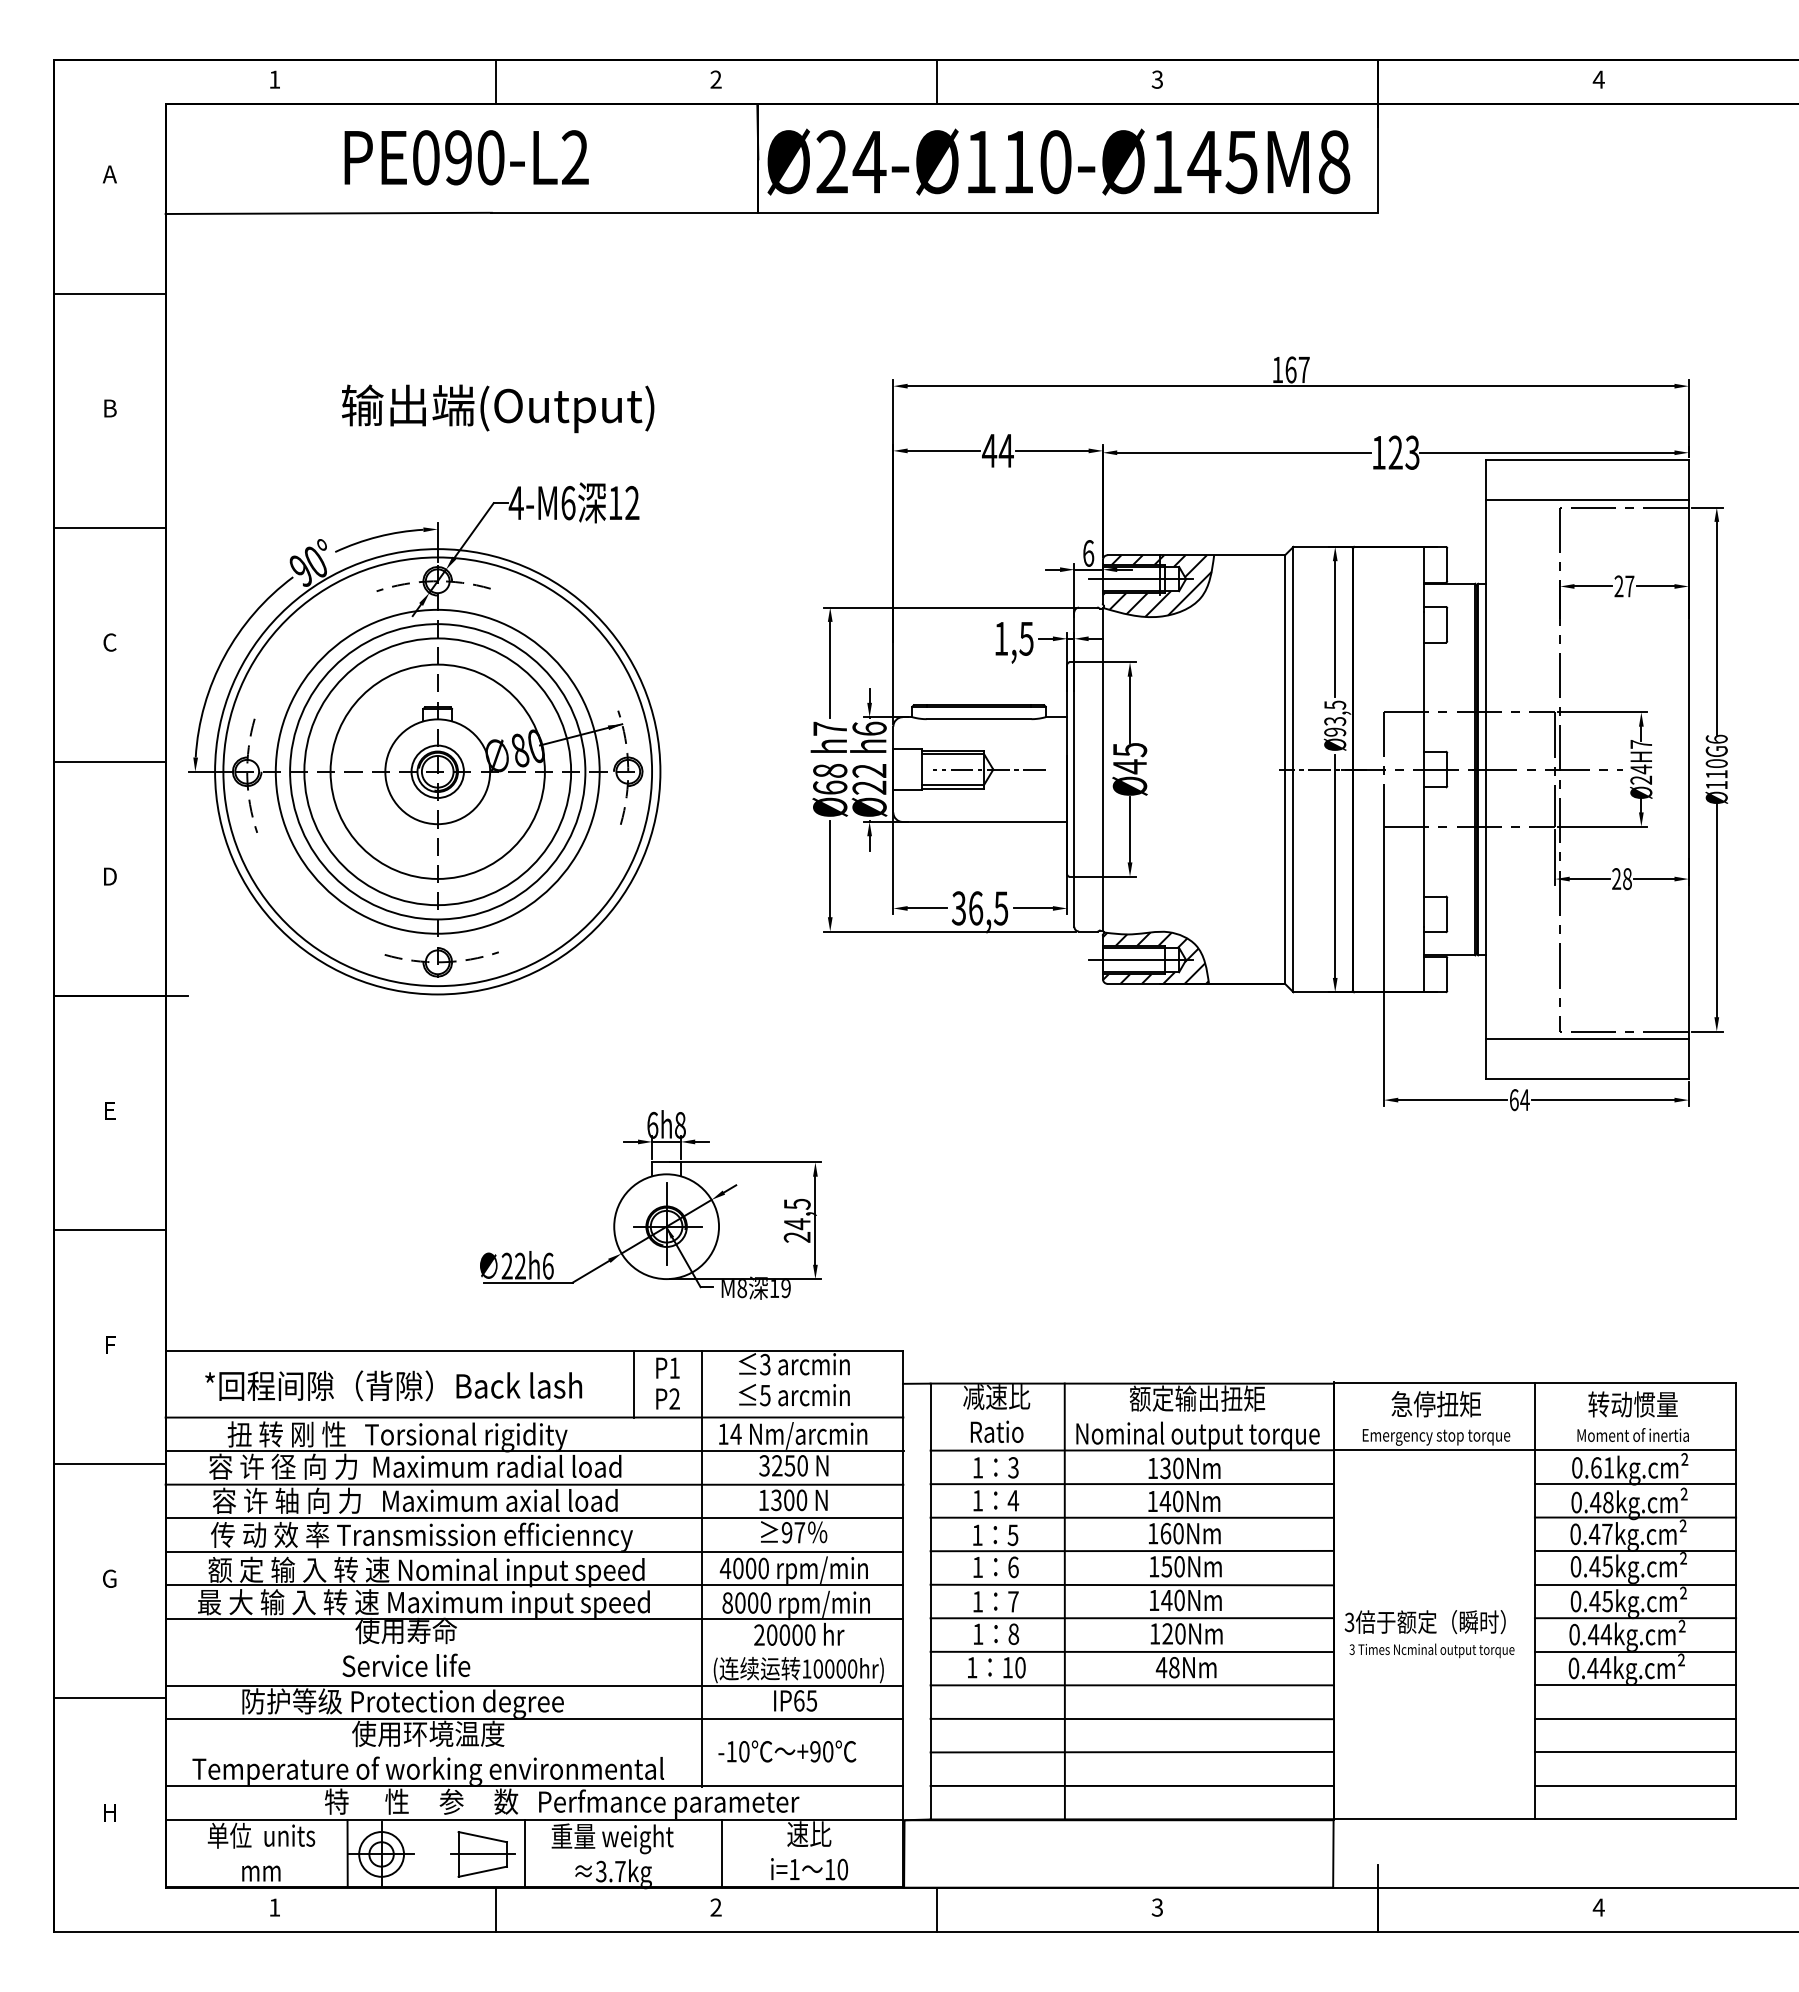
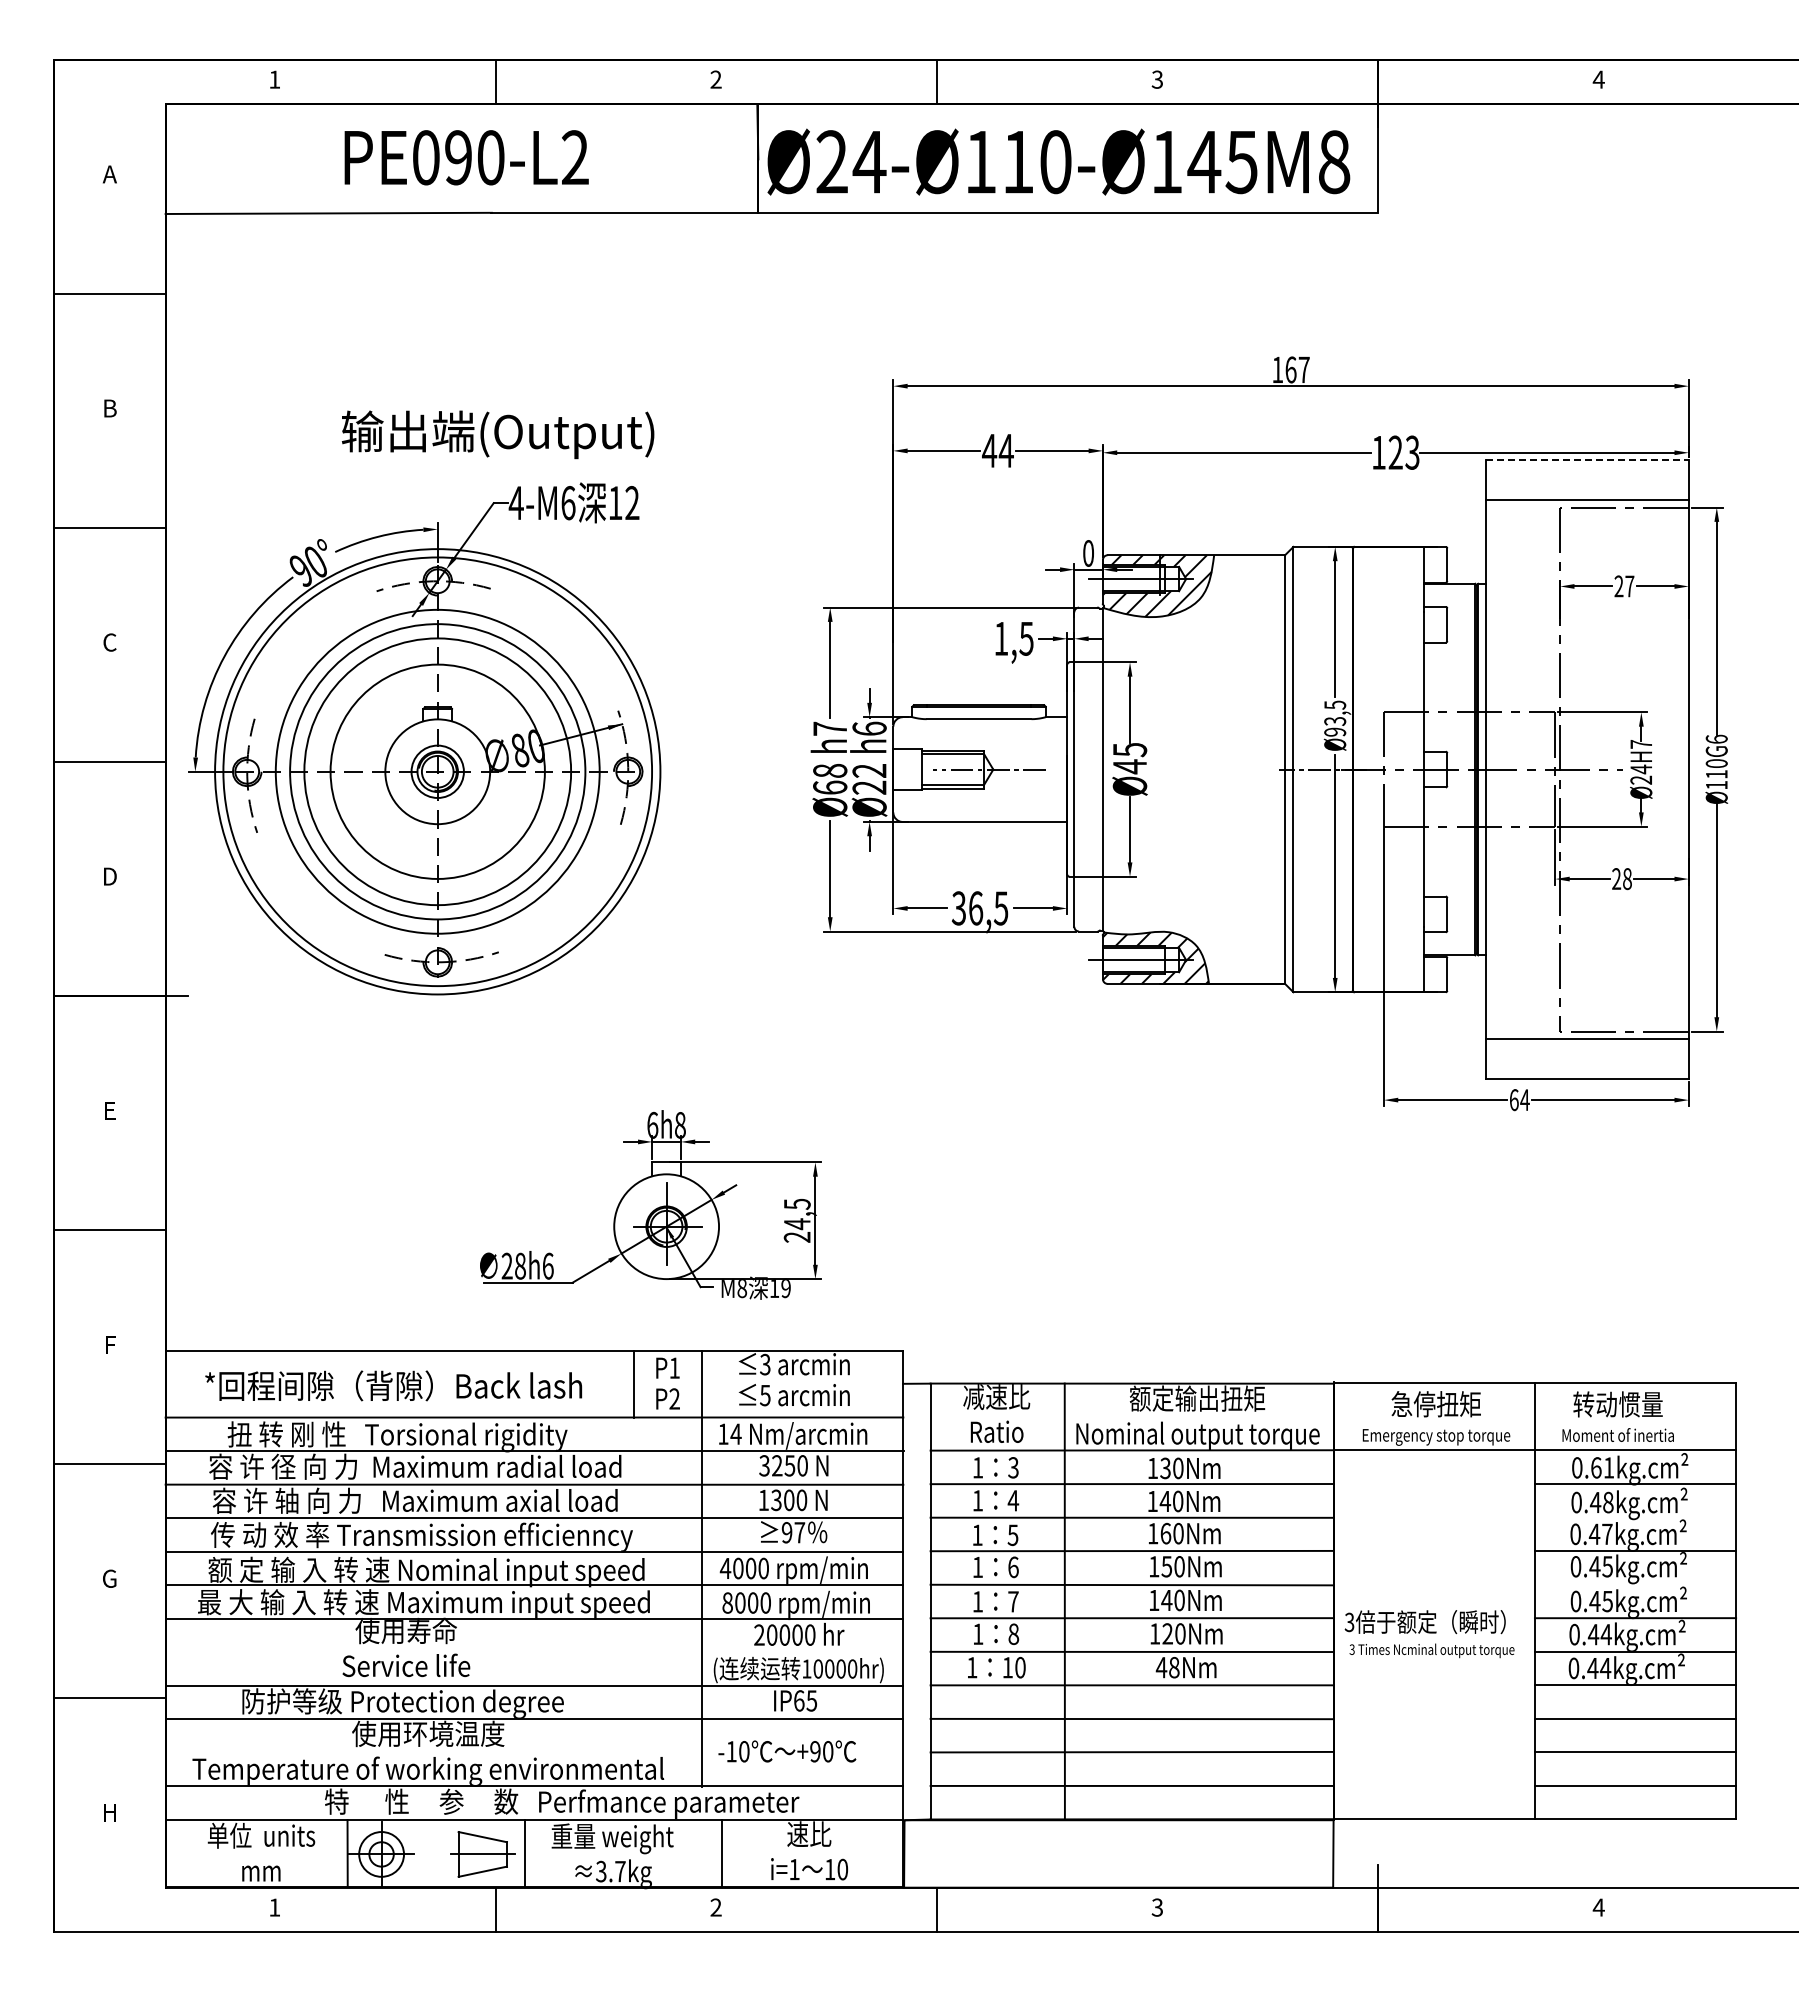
text at (498, 408) position: (498, 408) -> (498, 434)
line at (1588, 460): solid -> dashed
text at (1088, 553): 6 -> 0
text at (520, 1265): 22 -> 28
text at (1632, 1416) position: (1632, 1416) -> (1617, 1416)
line at (1635, 1517): present -> none
line at (1635, 1584): present -> none
